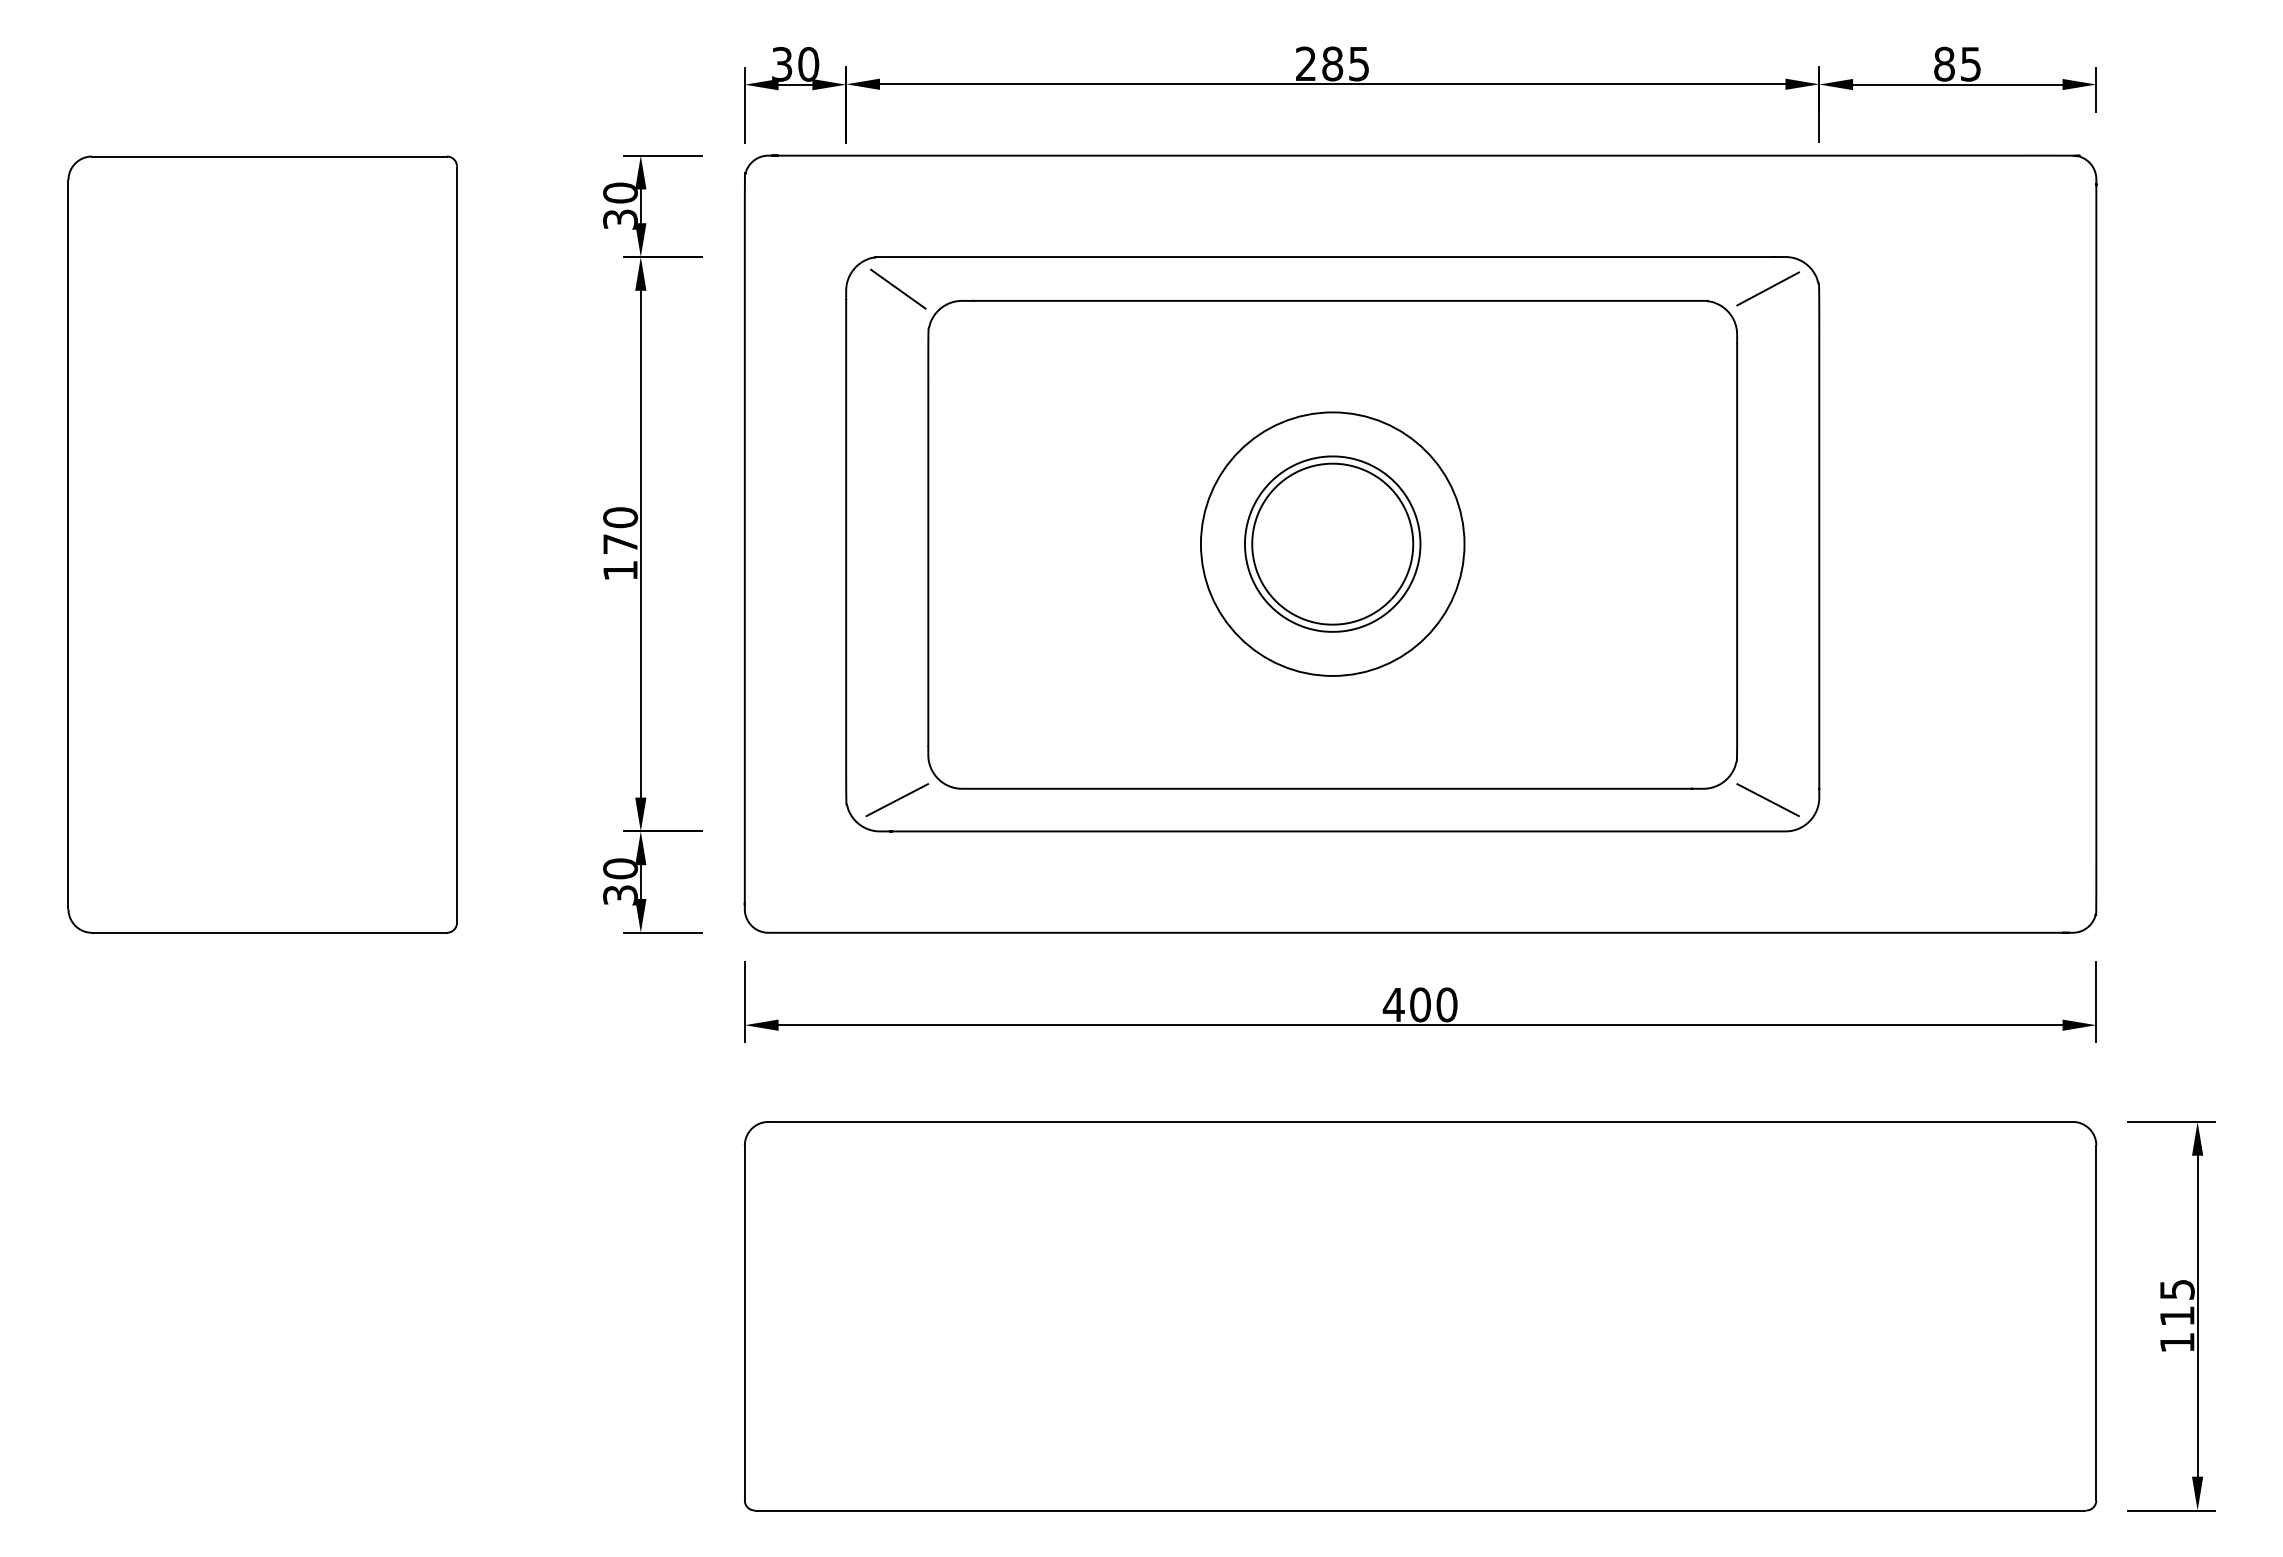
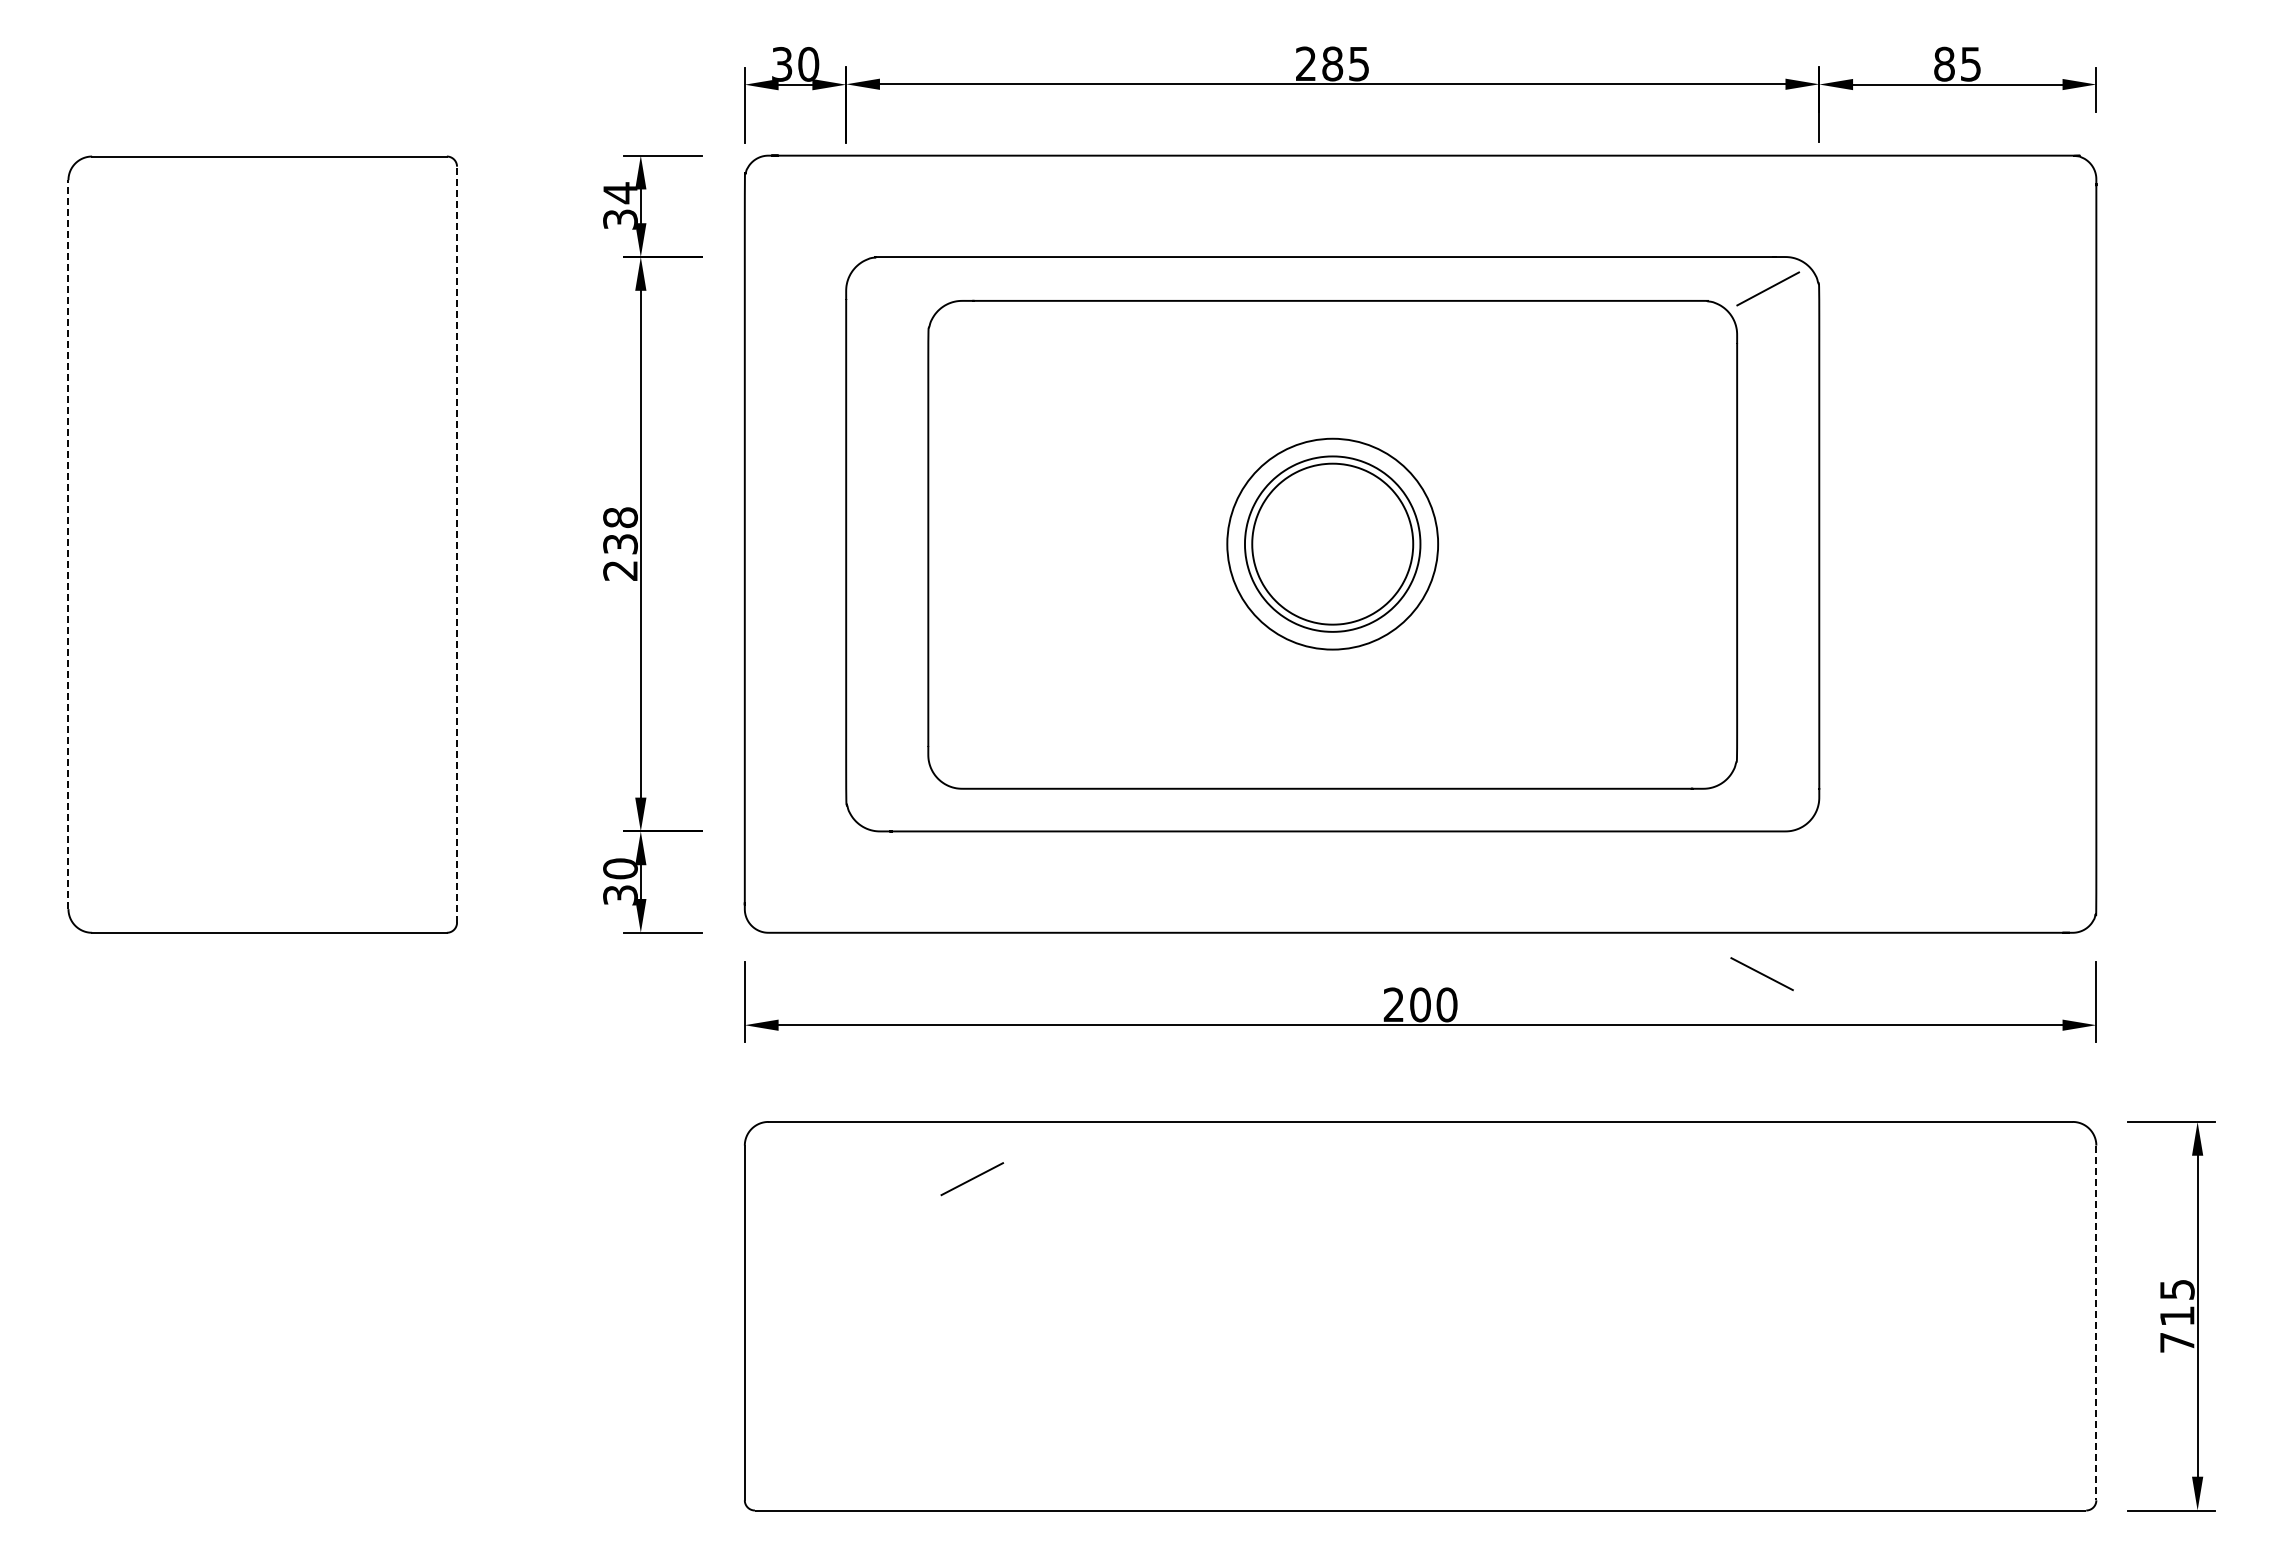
text at (620, 193): 30 -> 34
line at (898, 288): present -> none
text at (620, 543): 170 -> 238
circle at (1332, 543) diameter: 264 px -> 211 px
line at (68, 544): solid -> dashed
line at (457, 544): solid -> dashed
line at (897, 800) position: (897, 800) -> (972, 1179)
line at (1767, 800) position: (1767, 800) -> (1761, 974)
text at (1393, 1004): 400 -> 200
line at (2096, 1323): solid -> dashed
text at (2177, 1342): 115 -> 715
